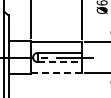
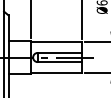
line at (59, 62): dashed -> solid
line at (56, 72): dashed -> solid
